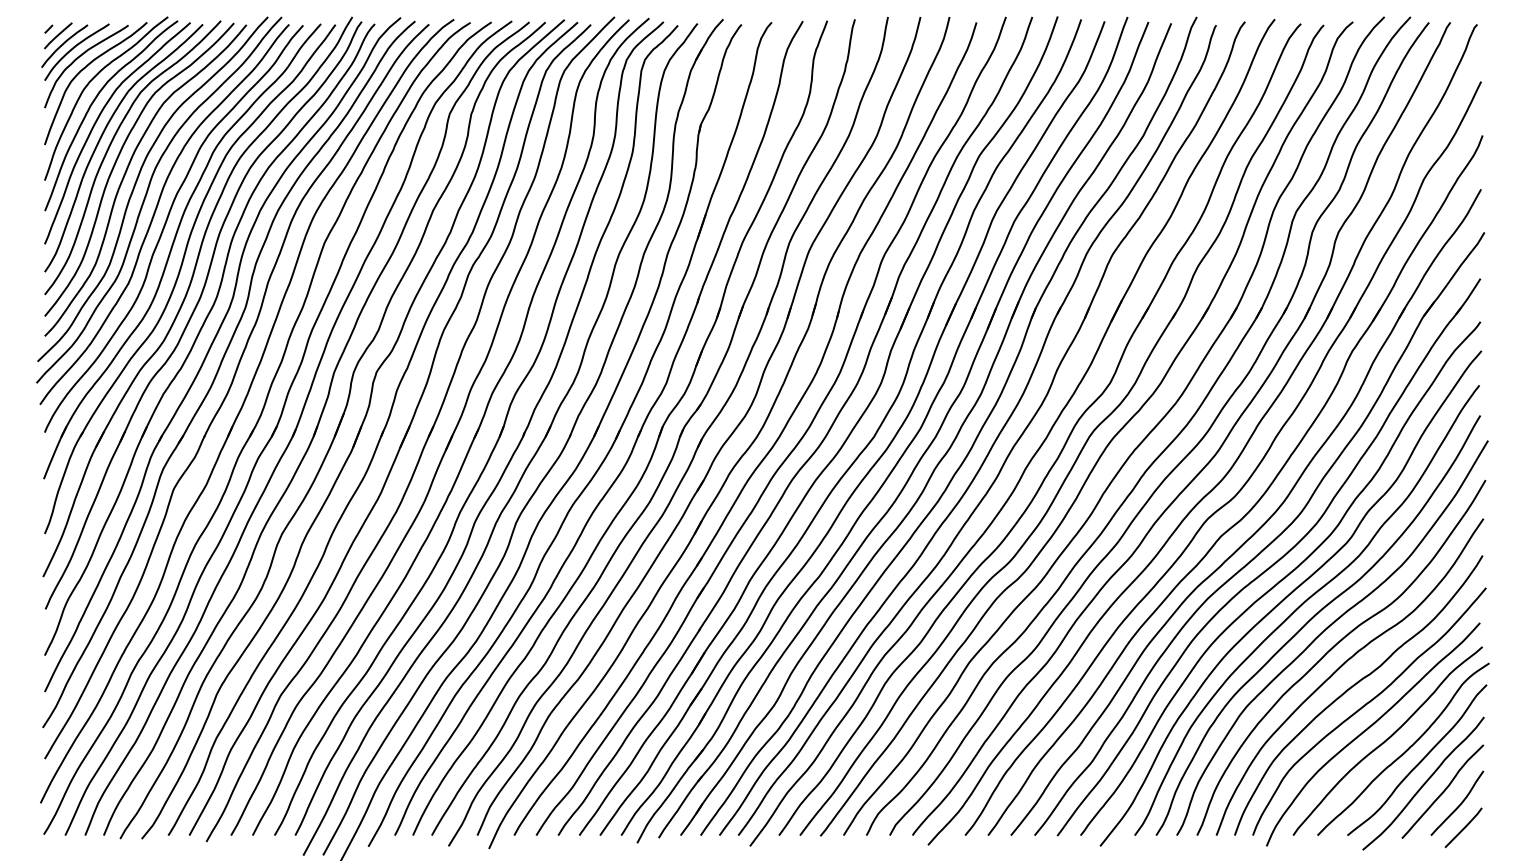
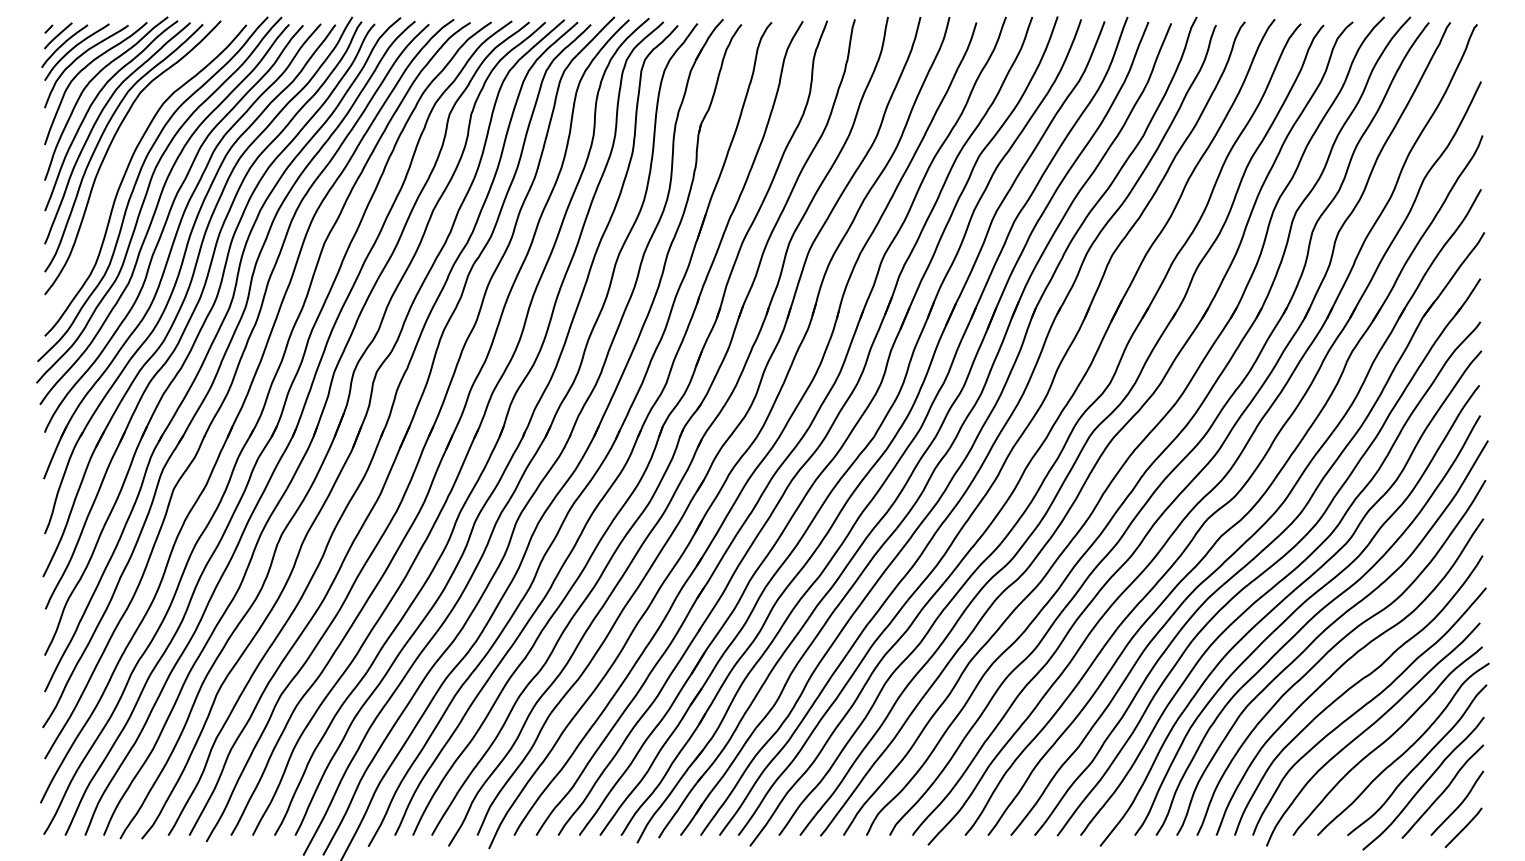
curve at (118, 158): present -> none
